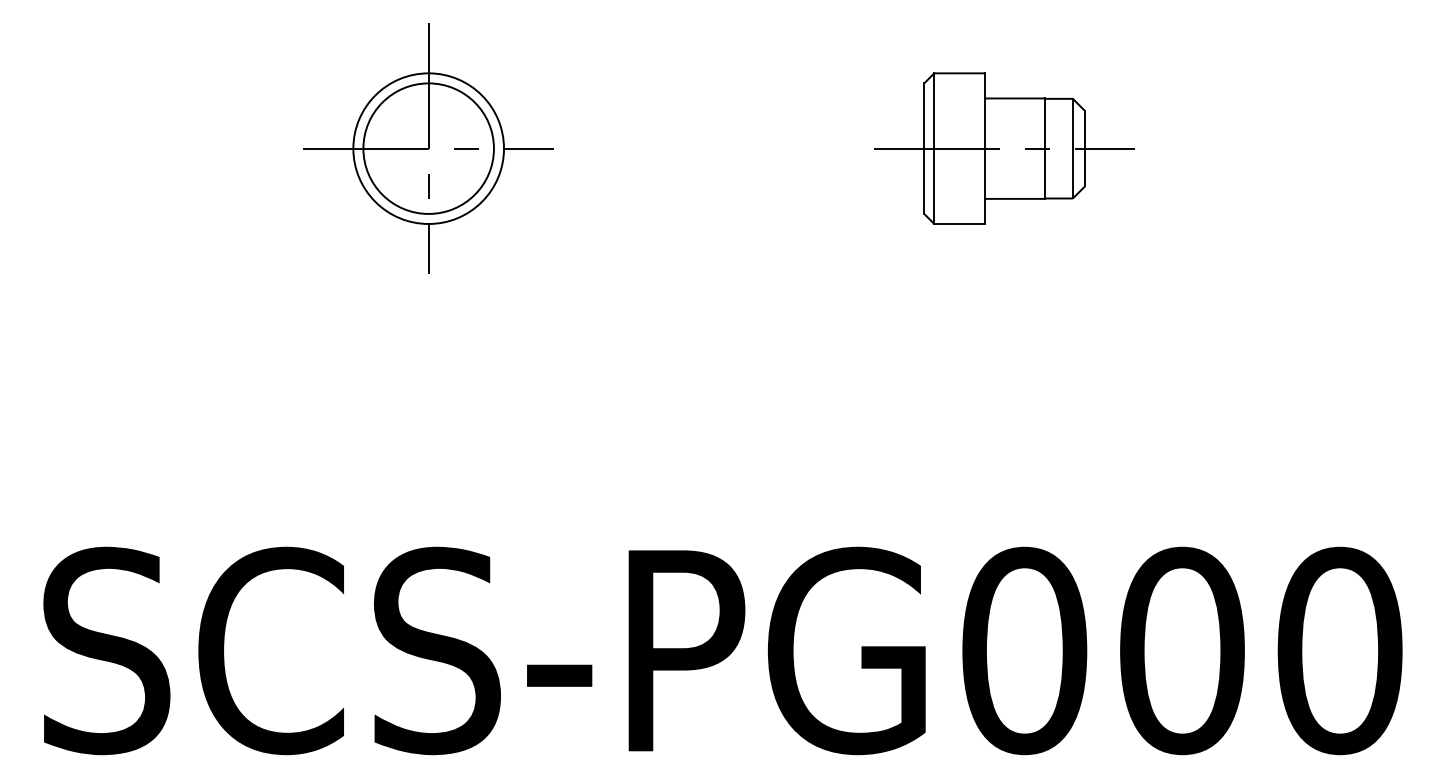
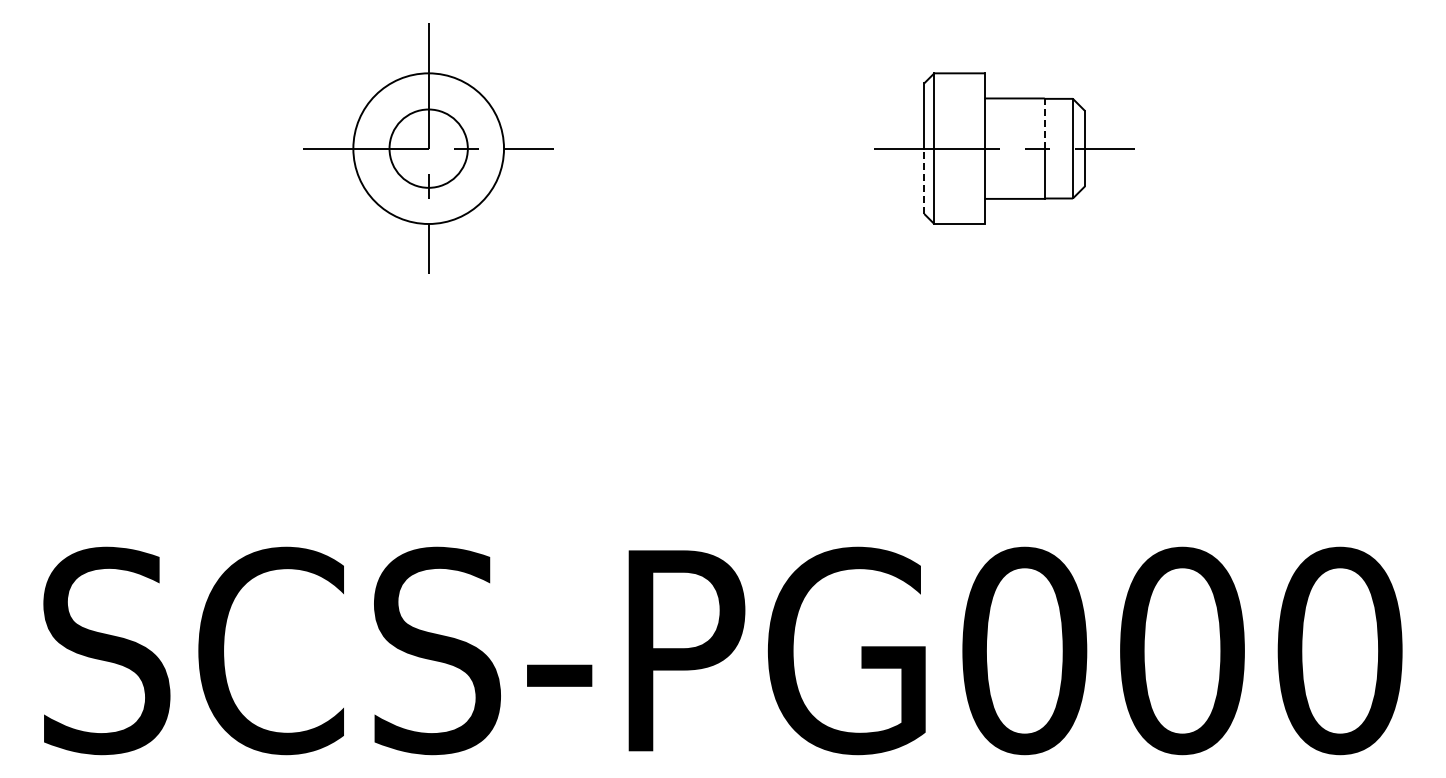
line at (1044, 123): solid -> dashed
circle at (428, 148) diameter: 131 px -> 78 px
line at (924, 181): solid -> dashed
